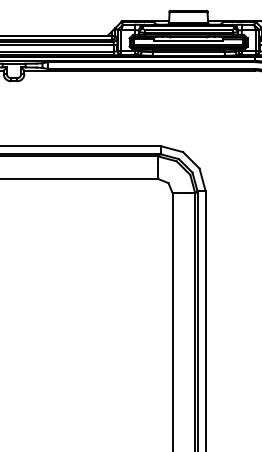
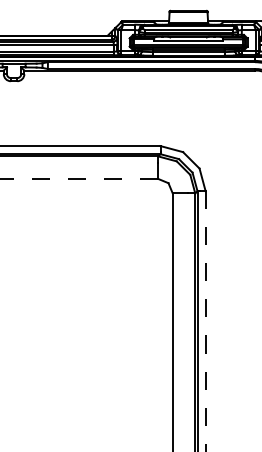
line at (79, 178): solid -> dashed
line at (205, 321): solid -> dashed
